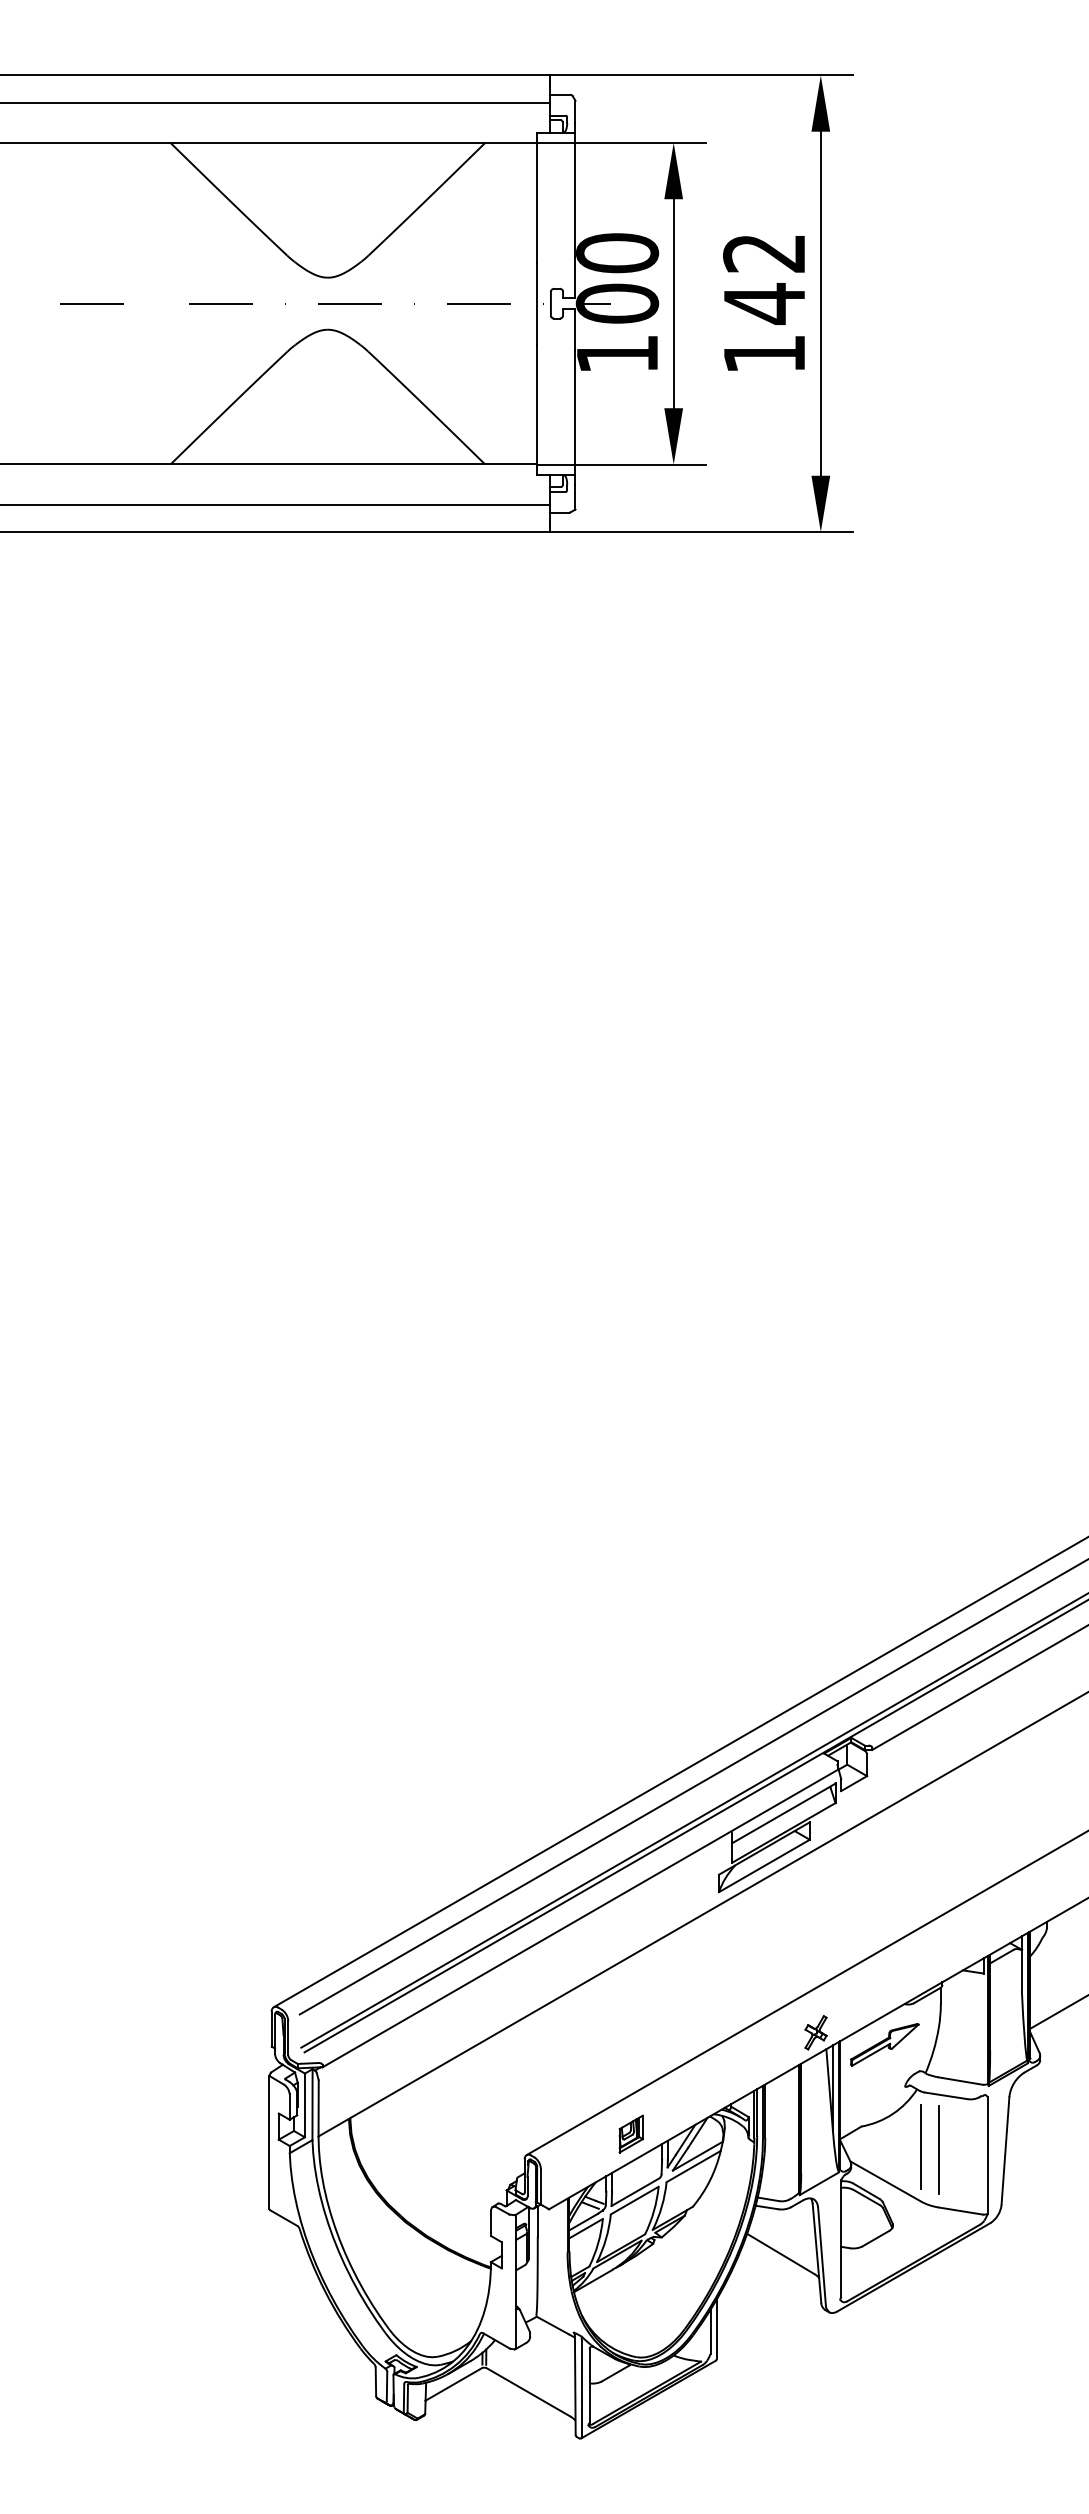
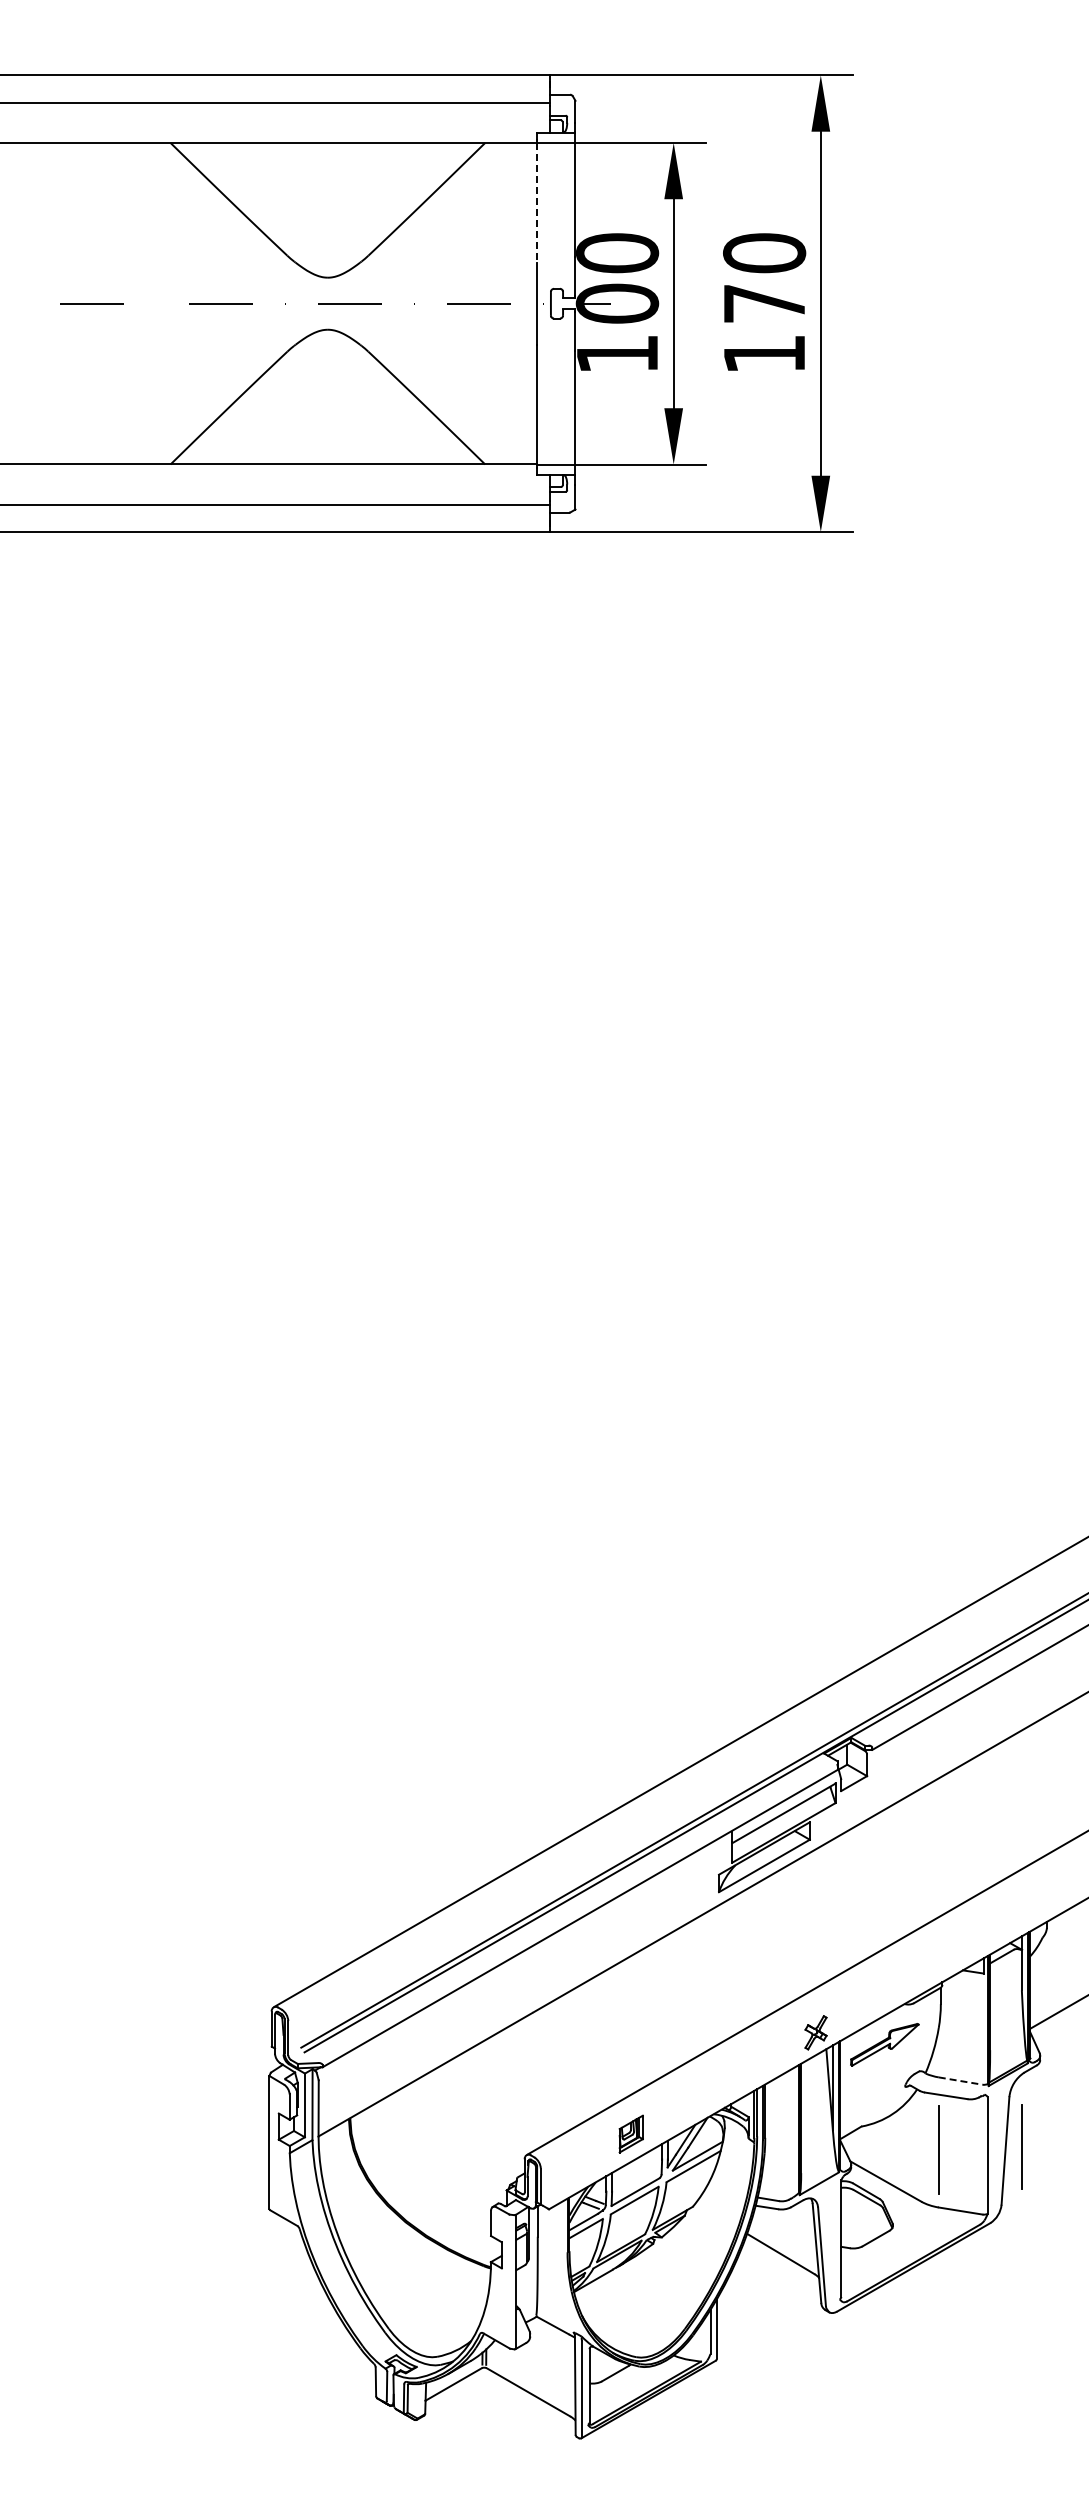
line at (536, 202): solid -> dashed
text at (764, 278): 142 -> 170
line at (692, 1787): present -> none
line at (961, 2081): solid -> dashed
line at (920, 2146) position: (920, 2146) -> (1021, 2146)
